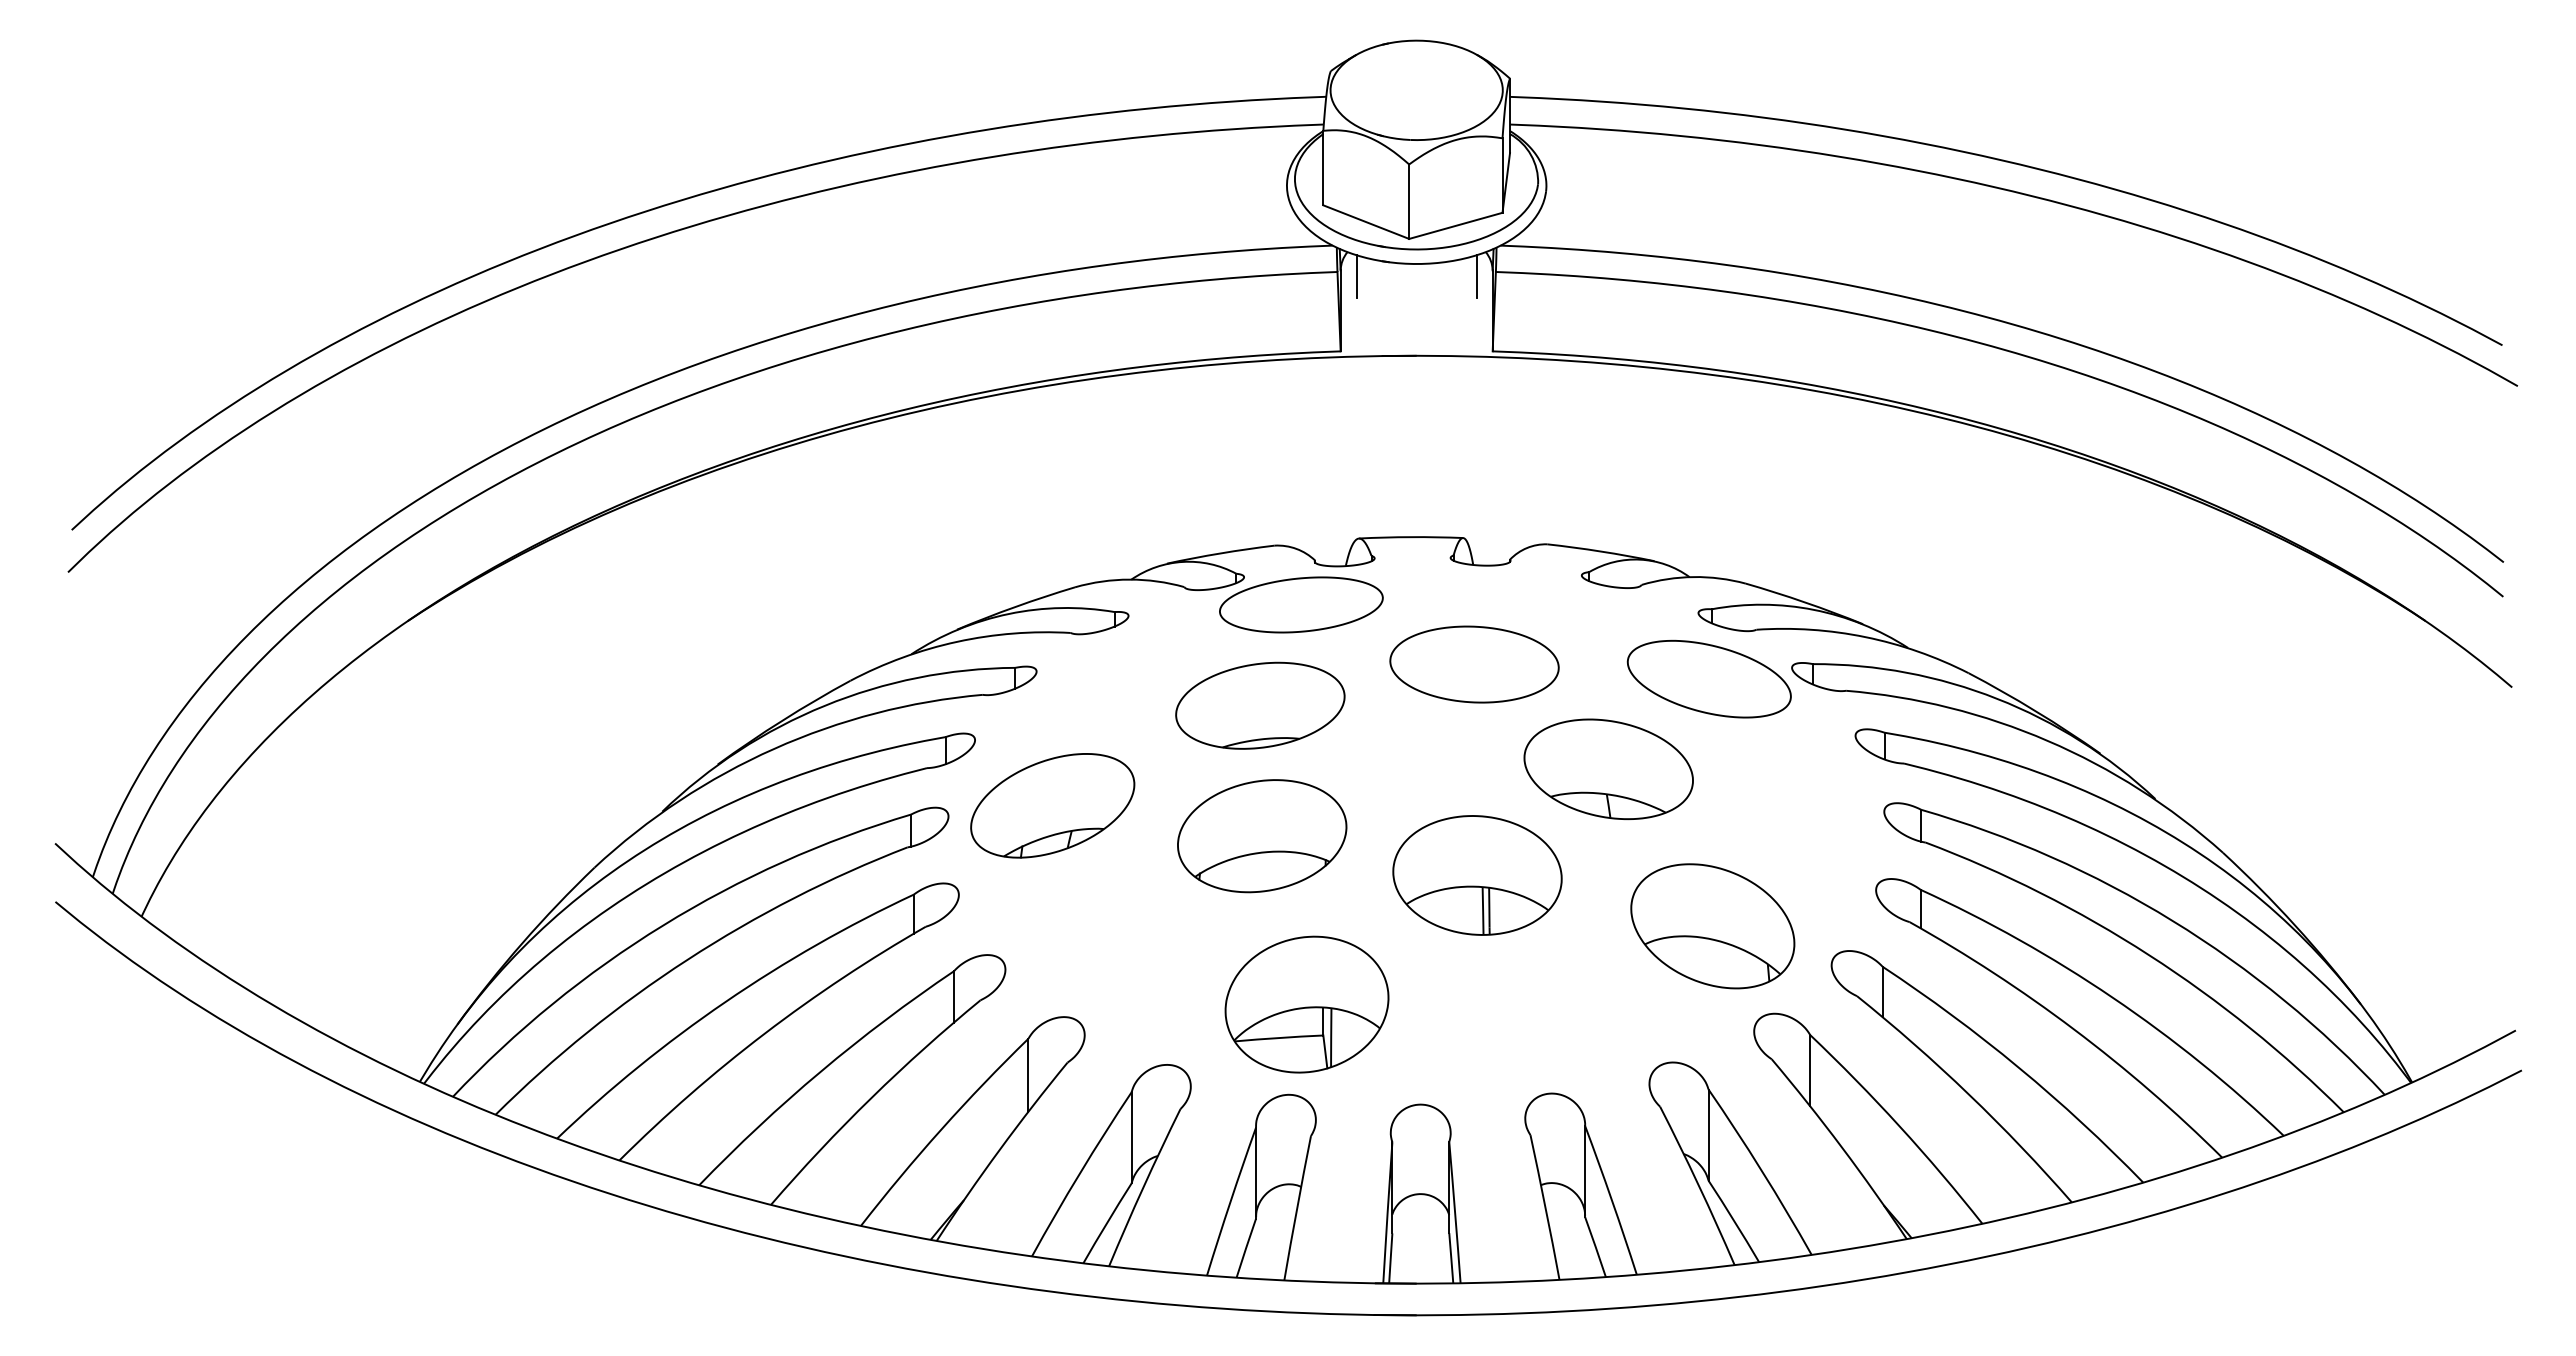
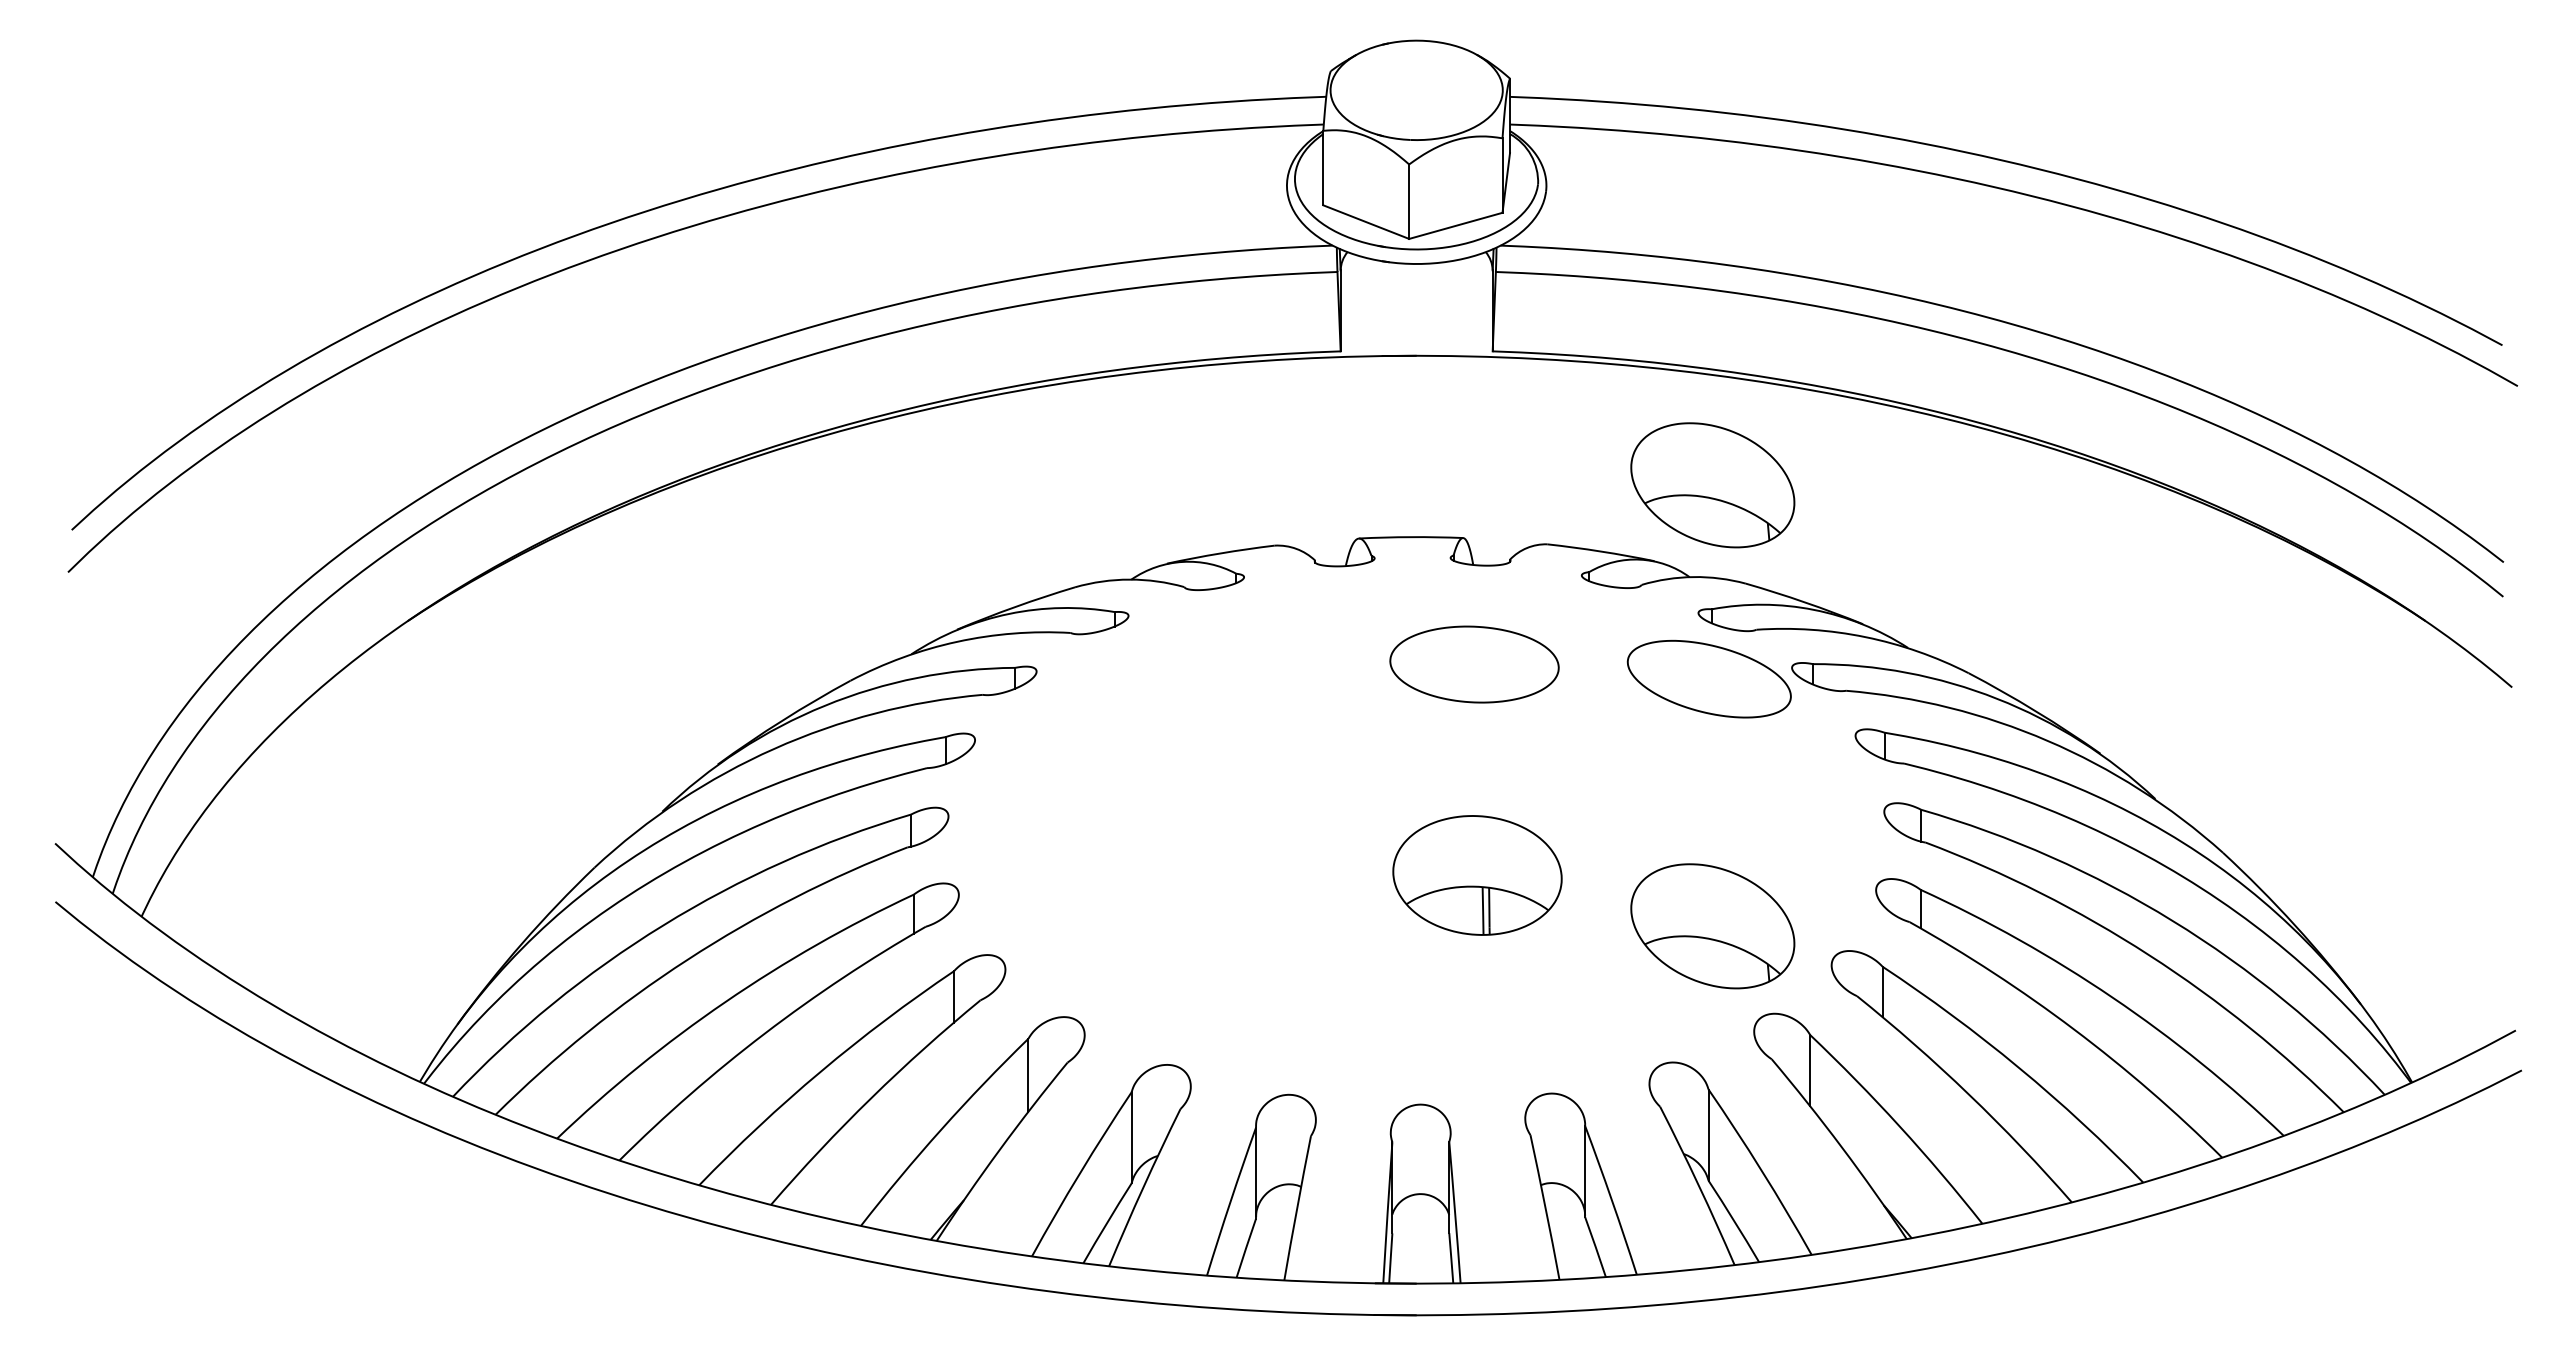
line at (1356, 276): present -> none
line at (1476, 276): present -> none
part at (1712, 485): none -> present
part at (1301, 604): present -> none
part at (1260, 705): present -> none
part at (1608, 769): present -> none
part at (1052, 805): present -> none
part at (1262, 836): present -> none
part at (1306, 1004): present -> none
